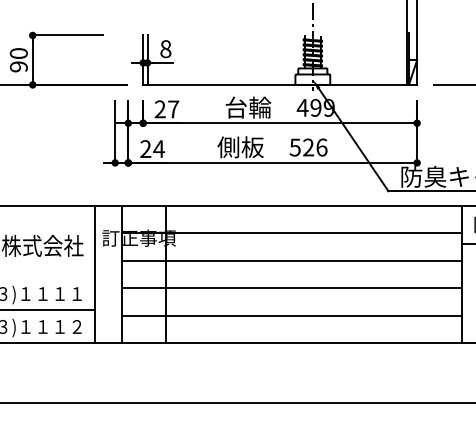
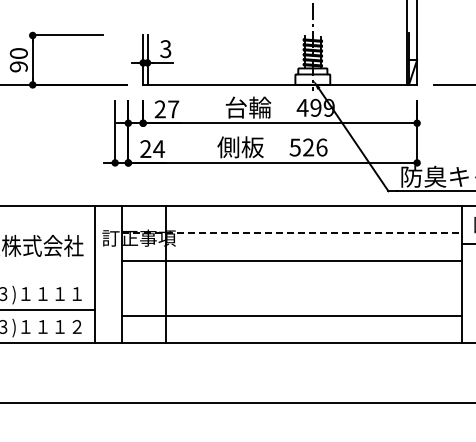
text at (165, 48): 8 -> 3
line at (292, 233): solid -> dashed
line at (292, 288): present -> none
